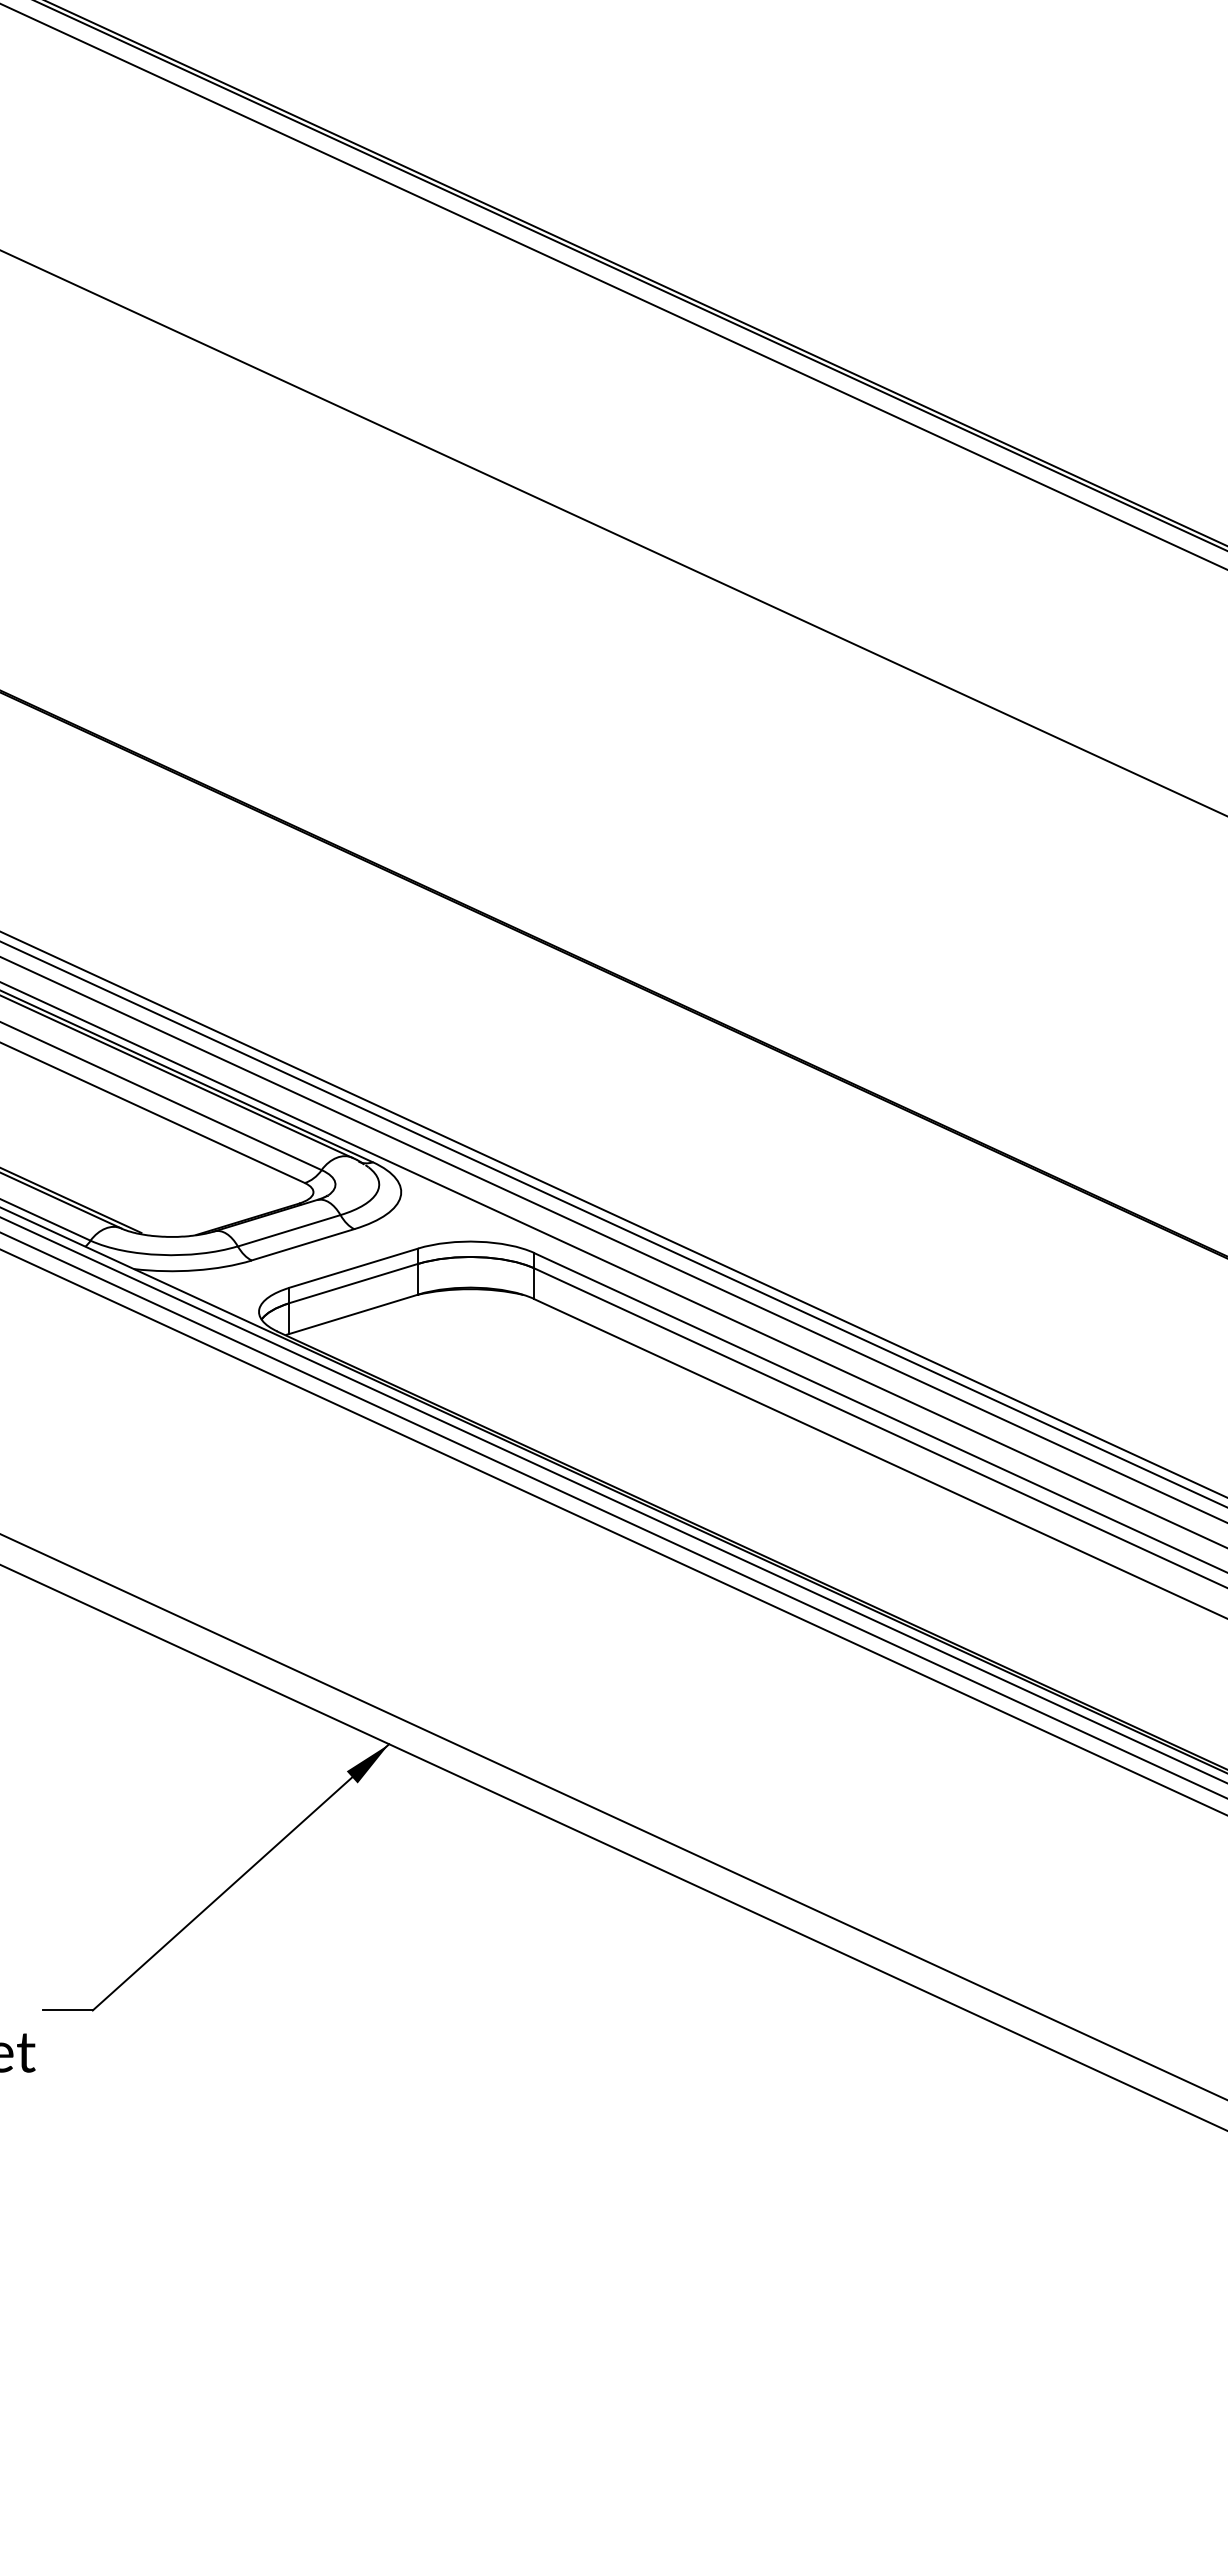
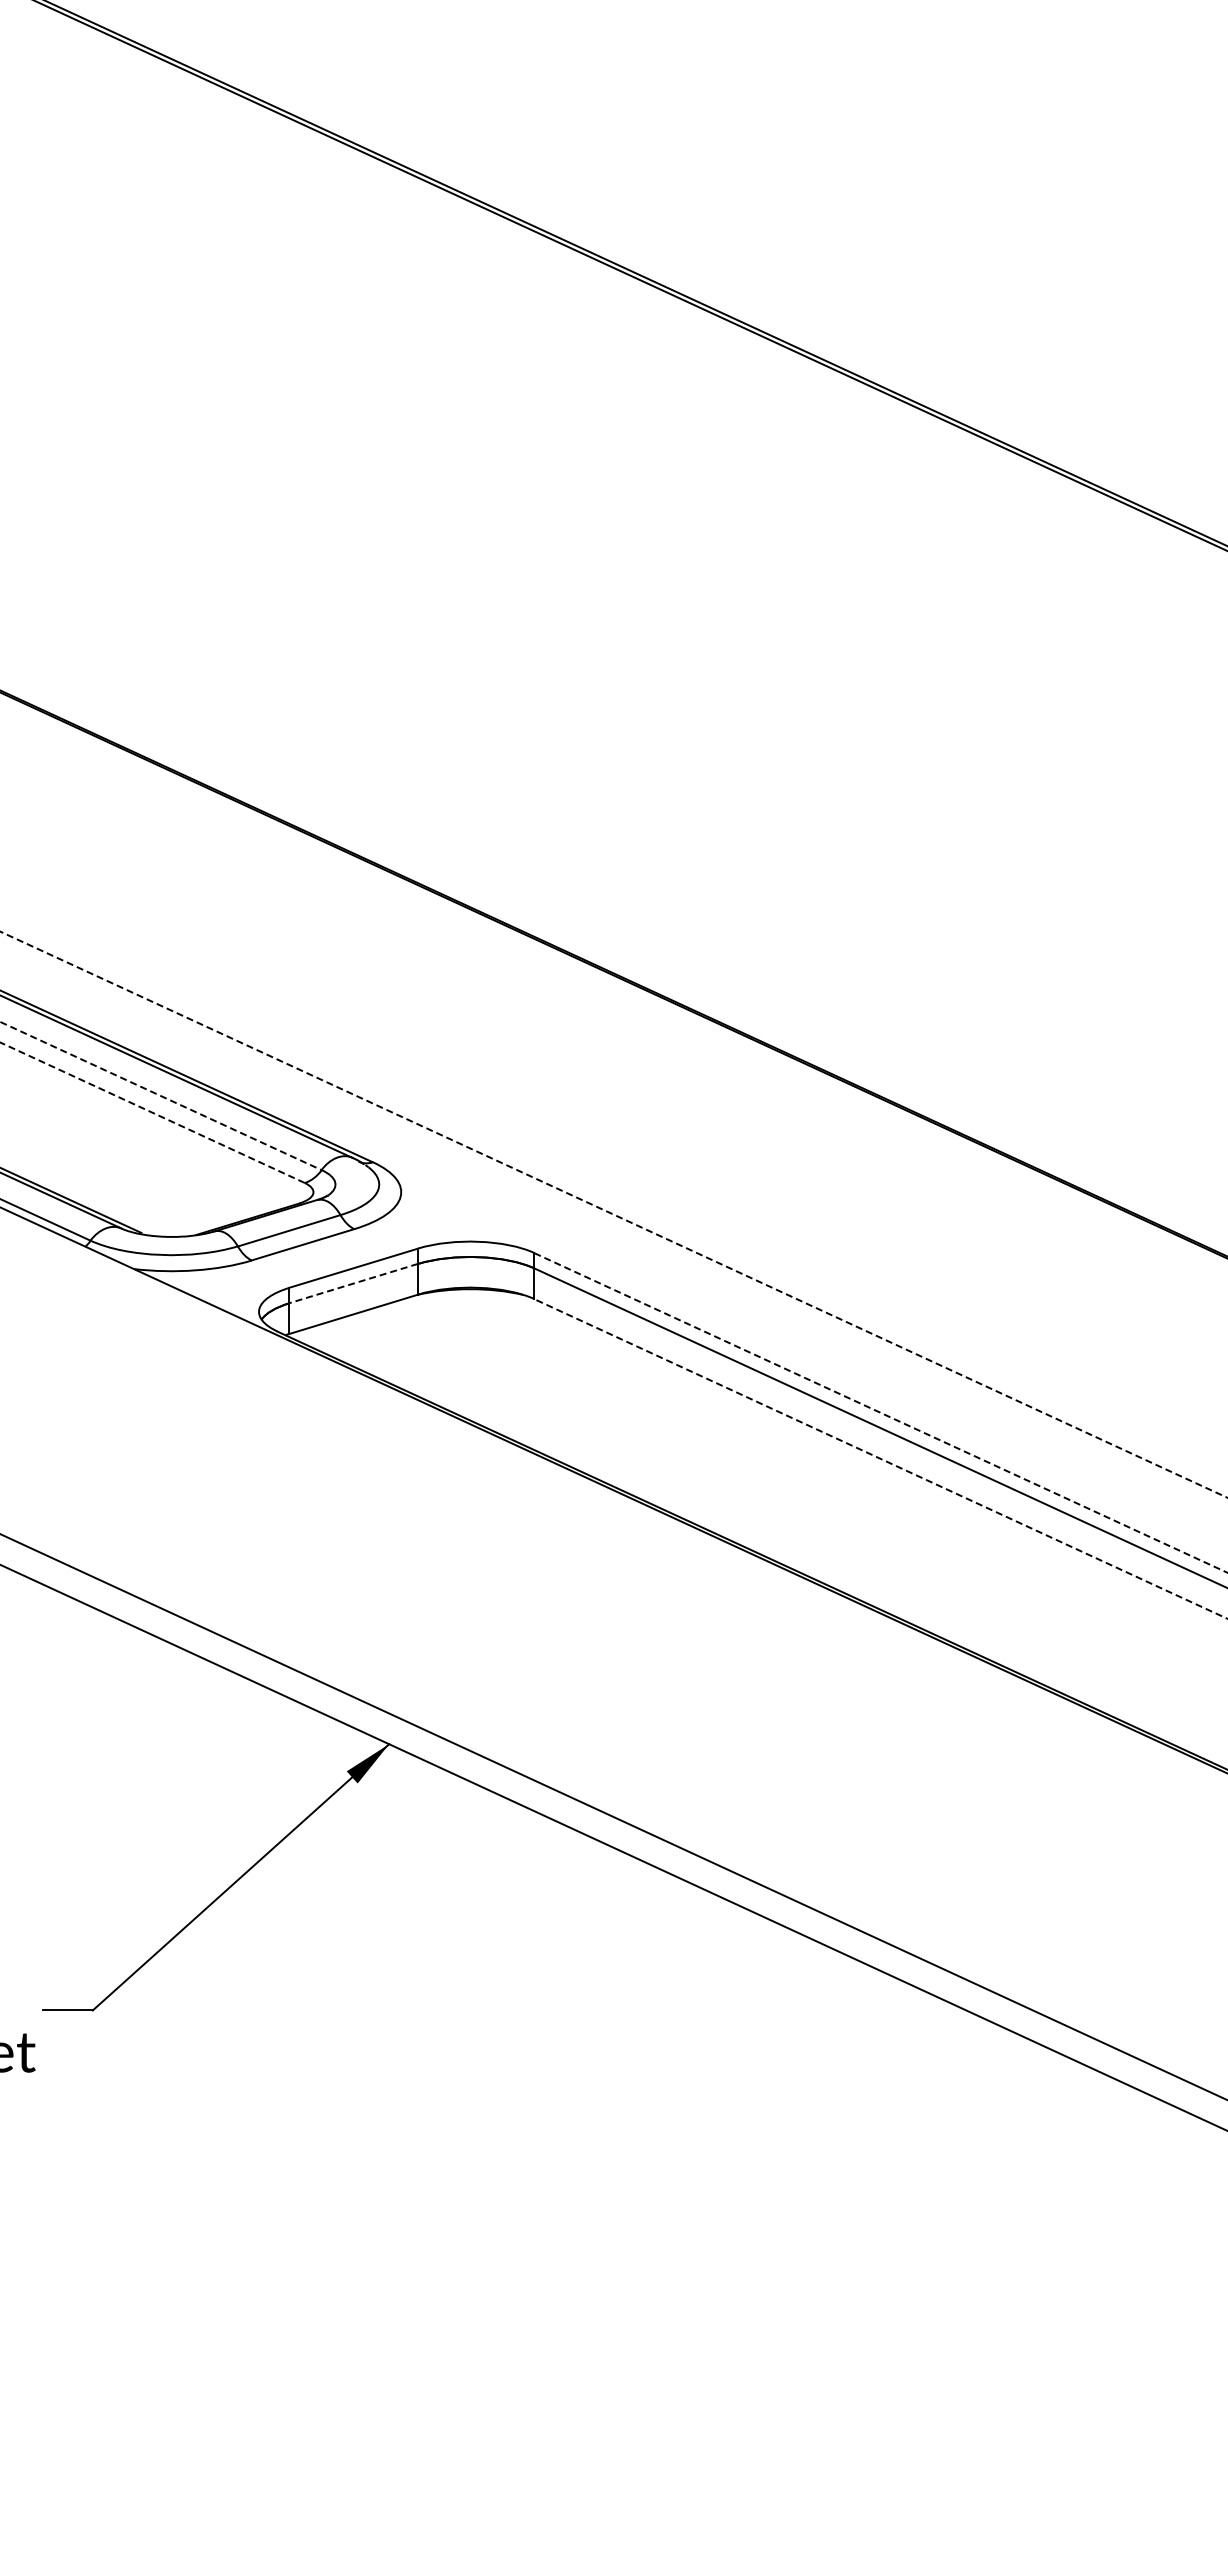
line at (613, 286): present -> none
line at (613, 533): present -> none
line at (161, 1096): solid -> dashed
line at (152, 1112): solid -> dashed
line at (613, 1214): solid -> dashed
line at (613, 1224): present -> none
line at (613, 1239): present -> none
line at (613, 1264): present -> none
line at (353, 1283): solid -> dashed
line at (880, 1412): solid -> dashed
line at (881, 1459): solid -> dashed
line at (613, 1499): present -> none
line at (613, 1515): present -> none
line at (613, 1532): present -> none
